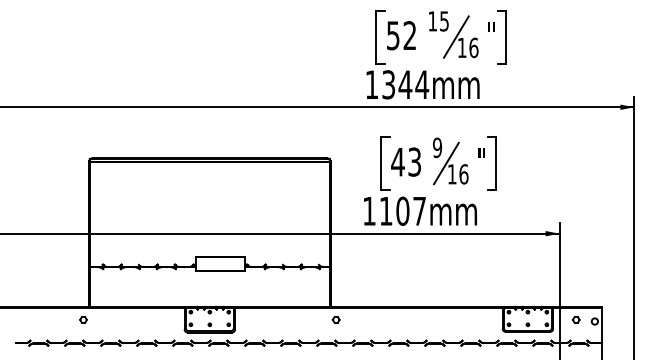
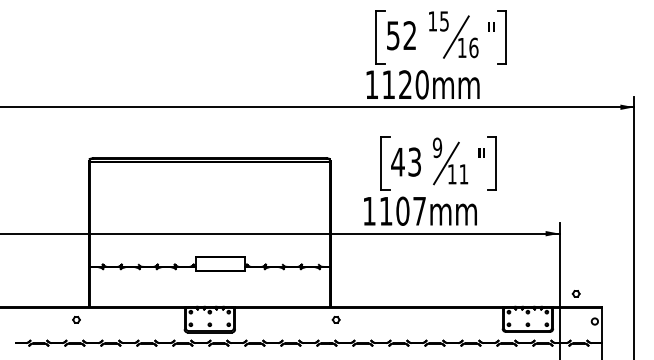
text at (405, 84): 1344mm -> 1120mm
text at (463, 174): 16 -> 11
part at (83, 319) position: (83, 319) -> (76, 319)
part at (575, 319) position: (575, 319) -> (575, 293)
